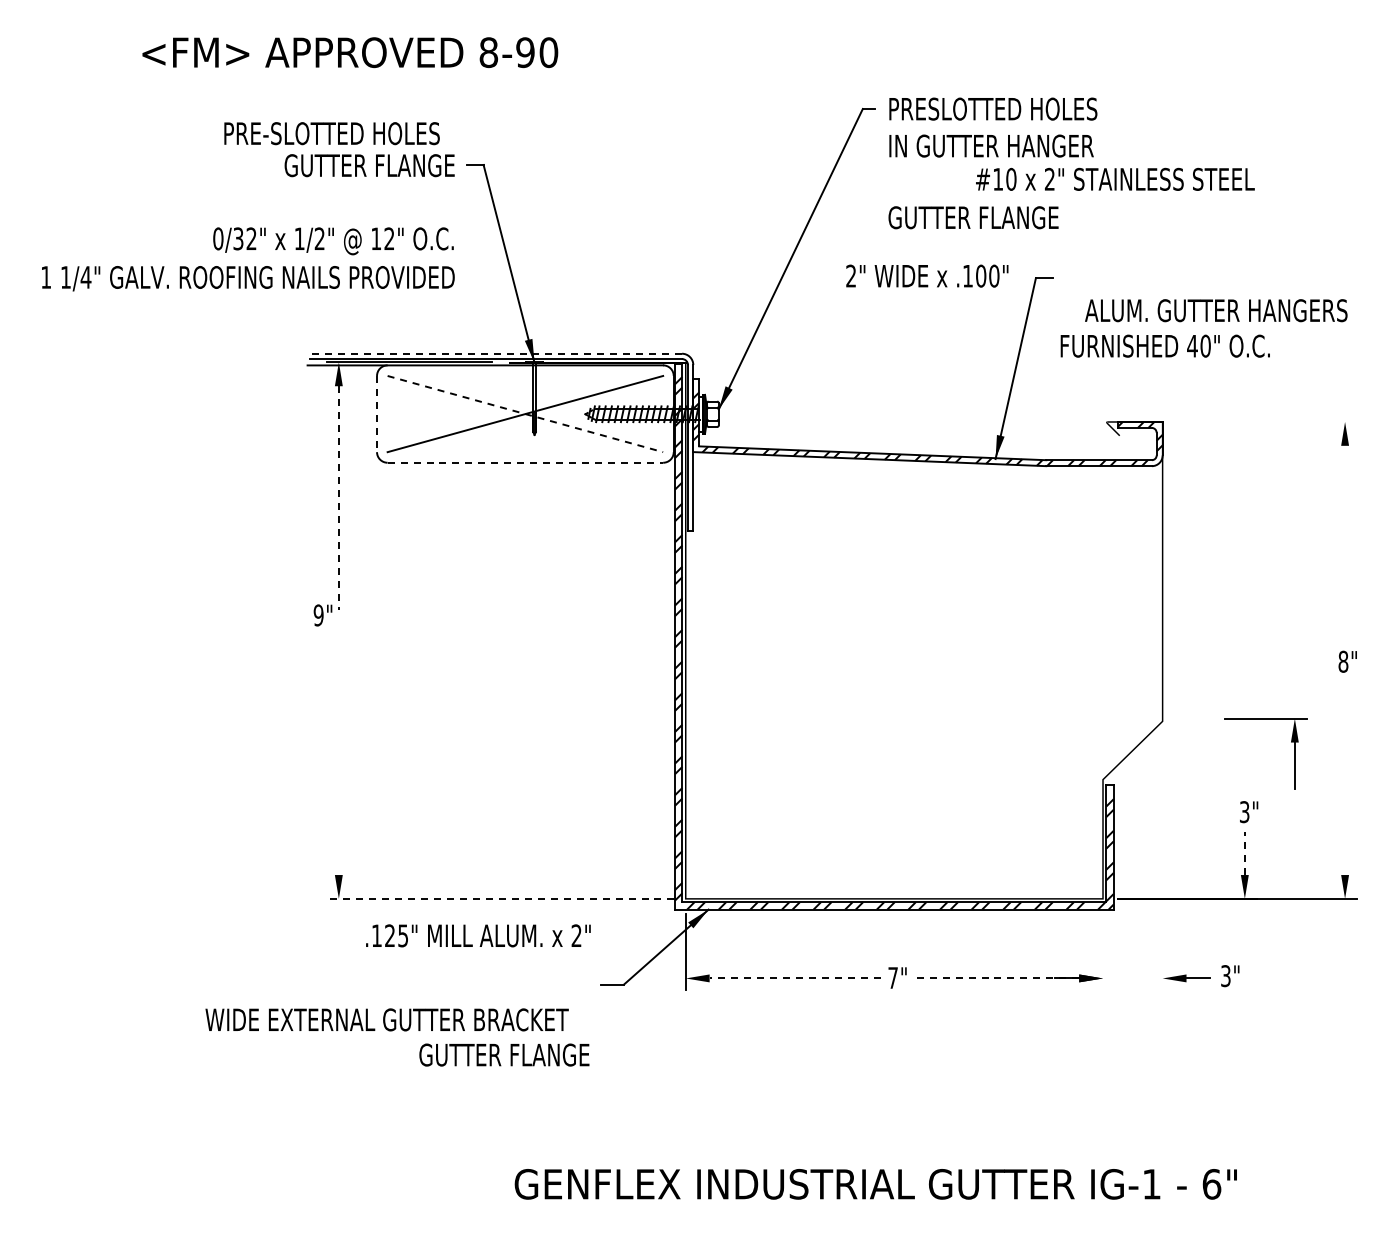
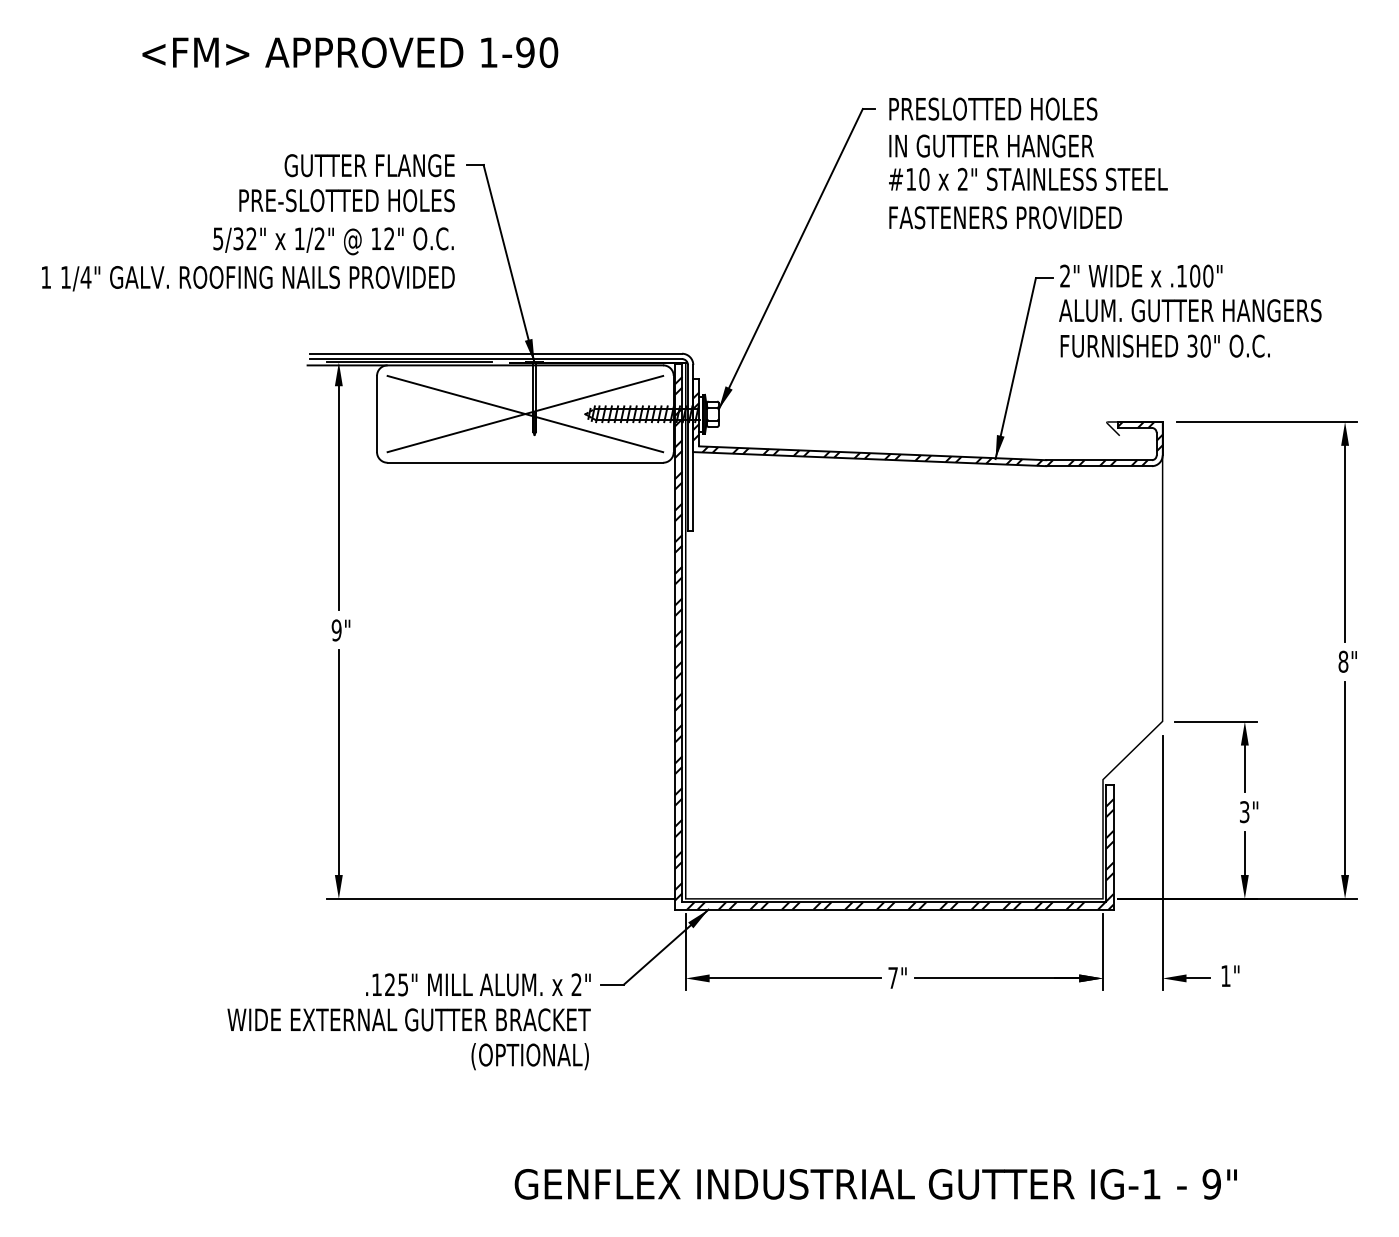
text at (488, 52): 8-90 -> 1-90
text at (331, 133) position: (331, 133) -> (346, 200)
text at (1115, 178) position: (1115, 178) -> (1028, 178)
text at (1004, 217): GUTTER FLANGE -> FASTENERS PROVIDED
text at (218, 238): 0/32" -> 5/32"
text at (927, 275) position: (927, 275) -> (1141, 275)
text at (1216, 310) position: (1216, 310) -> (1190, 310)
text at (1192, 345): 40" -> 30"
line at (496, 353): dashed -> solid
line at (377, 414): dashed -> solid
line at (525, 414): dashed -> solid
line at (1266, 422): none -> present
line at (525, 462): dashed -> solid
line at (338, 498): dashed -> solid
line at (1345, 543): none -> present
text at (322, 615) position: (322, 615) -> (340, 630)
part at (1291, 742) position: (1291, 742) -> (1241, 745)
line at (338, 762): none -> present
line at (1345, 778): none -> present
line at (1244, 853): dashed -> solid
line at (1162, 863): none -> present
line at (500, 898): dashed -> solid
text at (478, 935) position: (478, 935) -> (478, 984)
line at (1103, 951): none -> present
text at (1225, 976): 3" -> 1"
line at (795, 978): dashed -> solid
line at (996, 978): dashed -> solid
text at (386, 1019) position: (386, 1019) -> (408, 1019)
text at (504, 1056): GUTTER FLANGE -> (OPTIONAL)
text at (1211, 1184): 6" -> 9"
